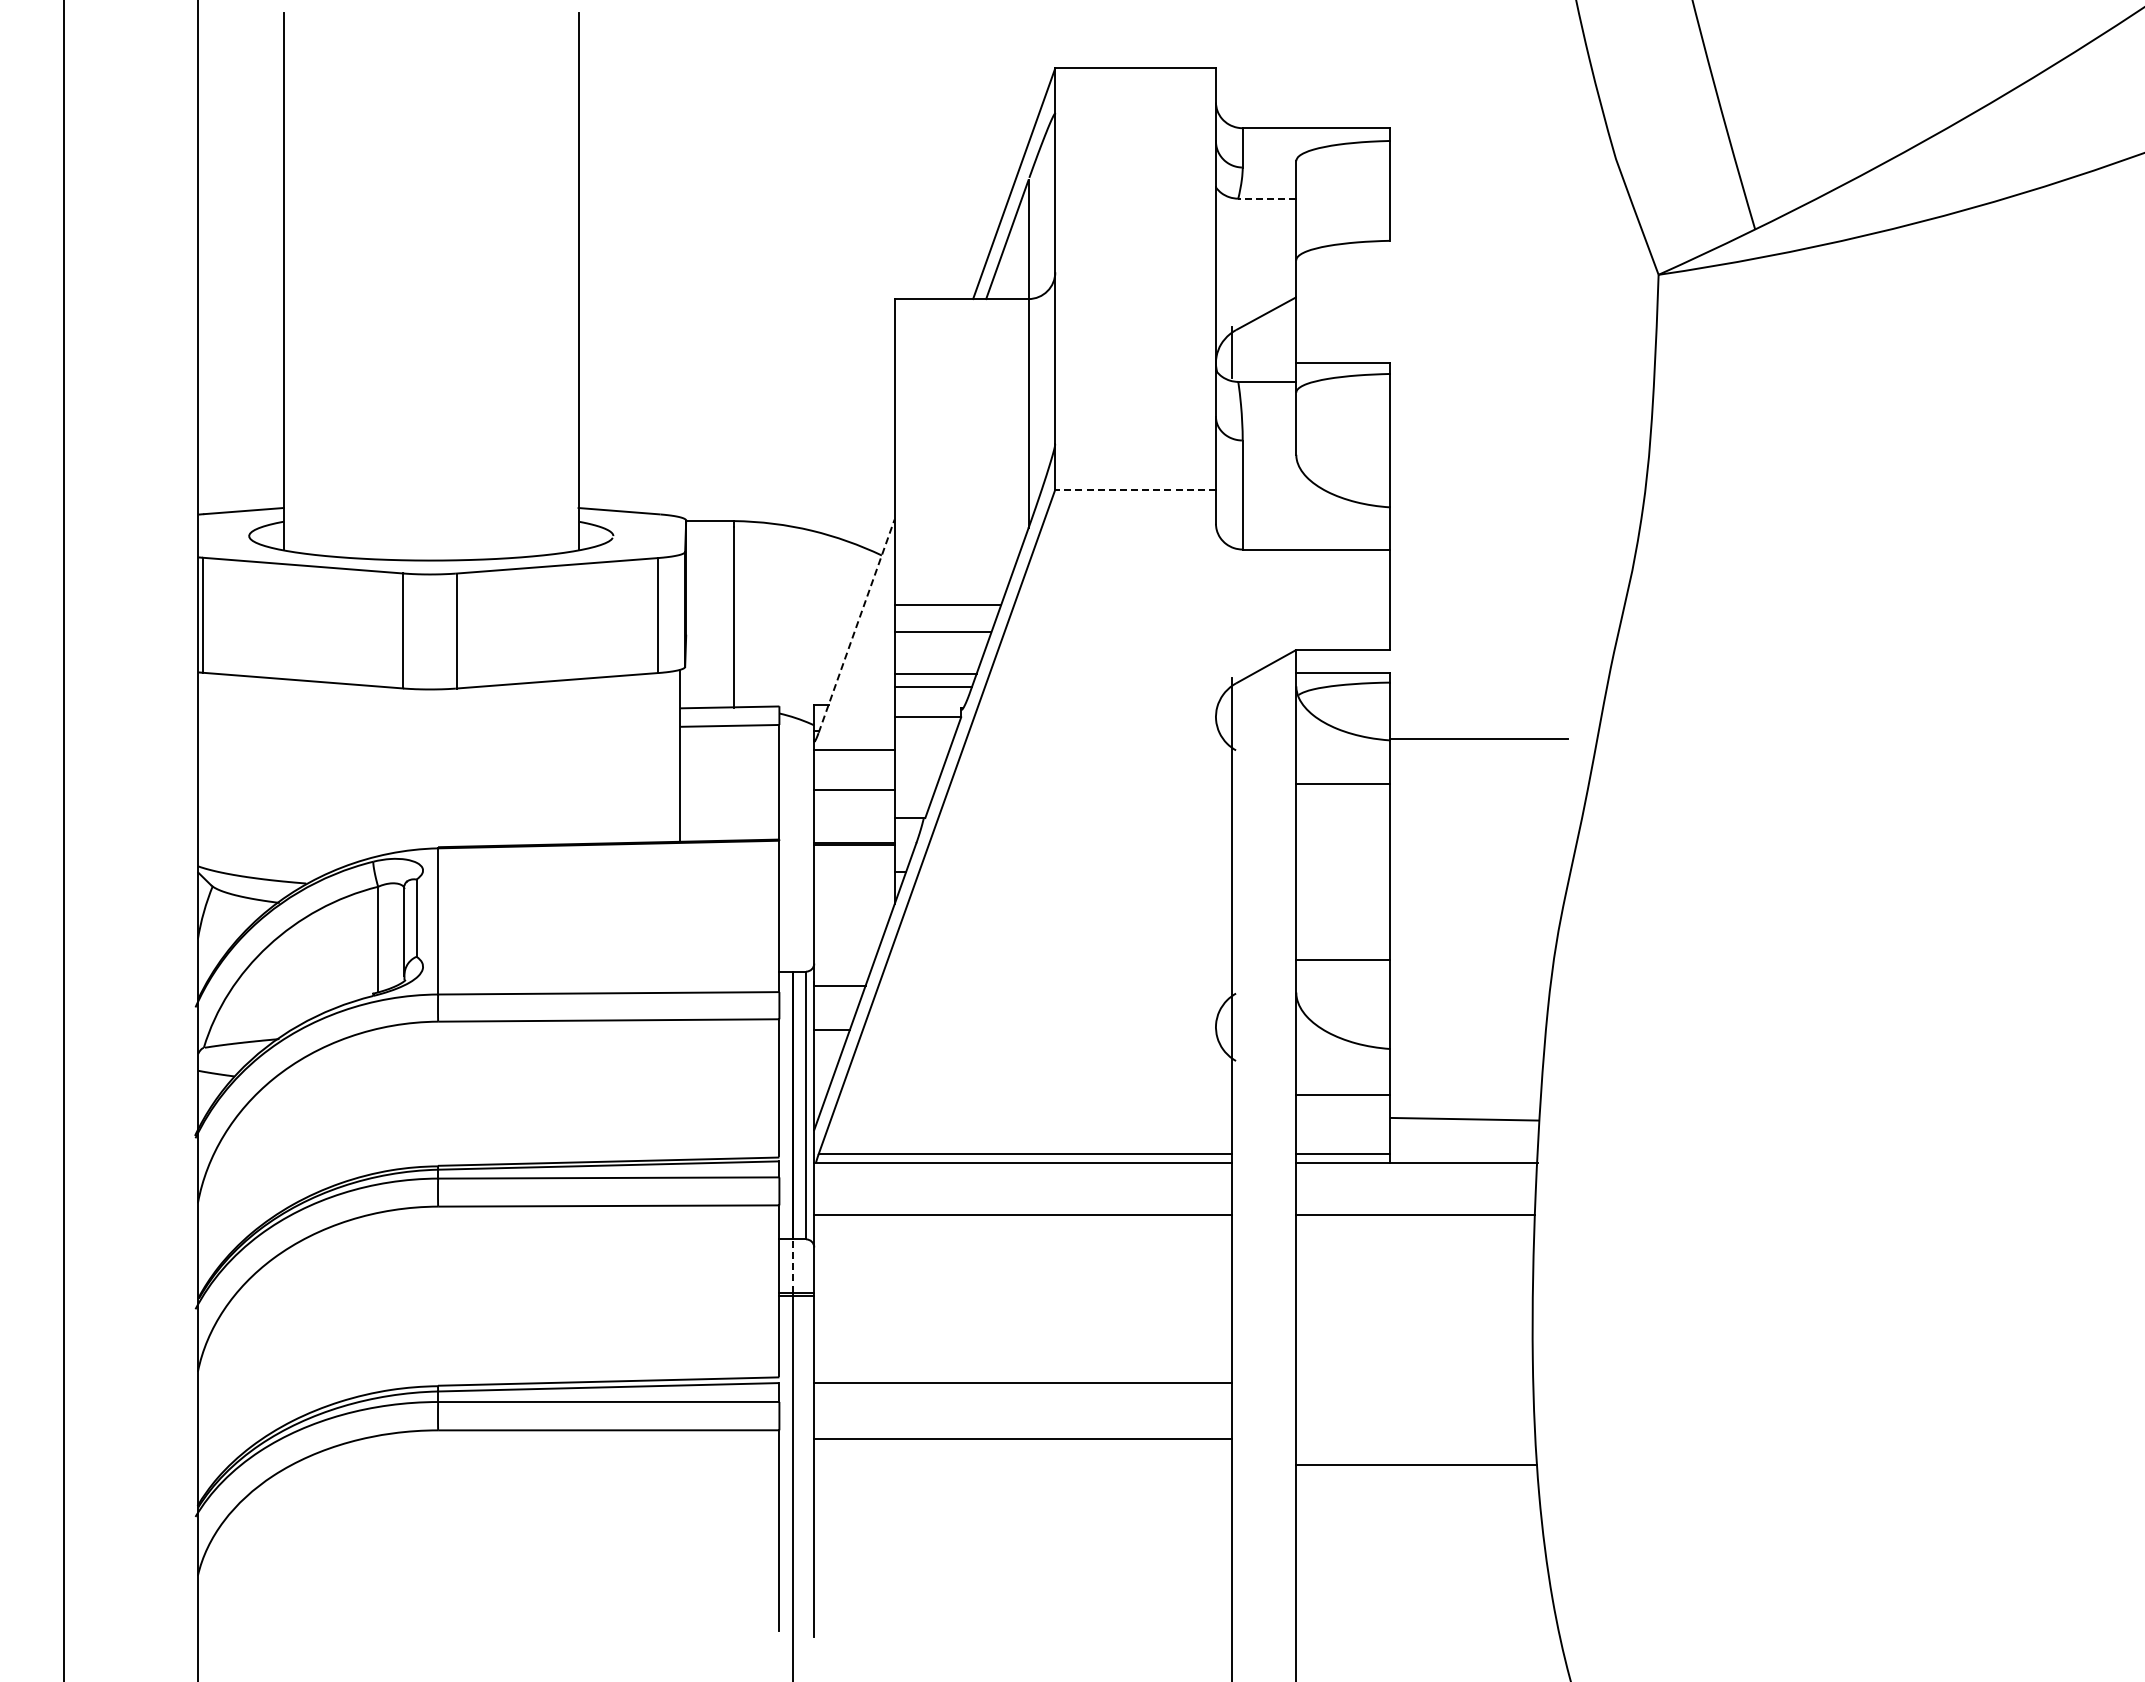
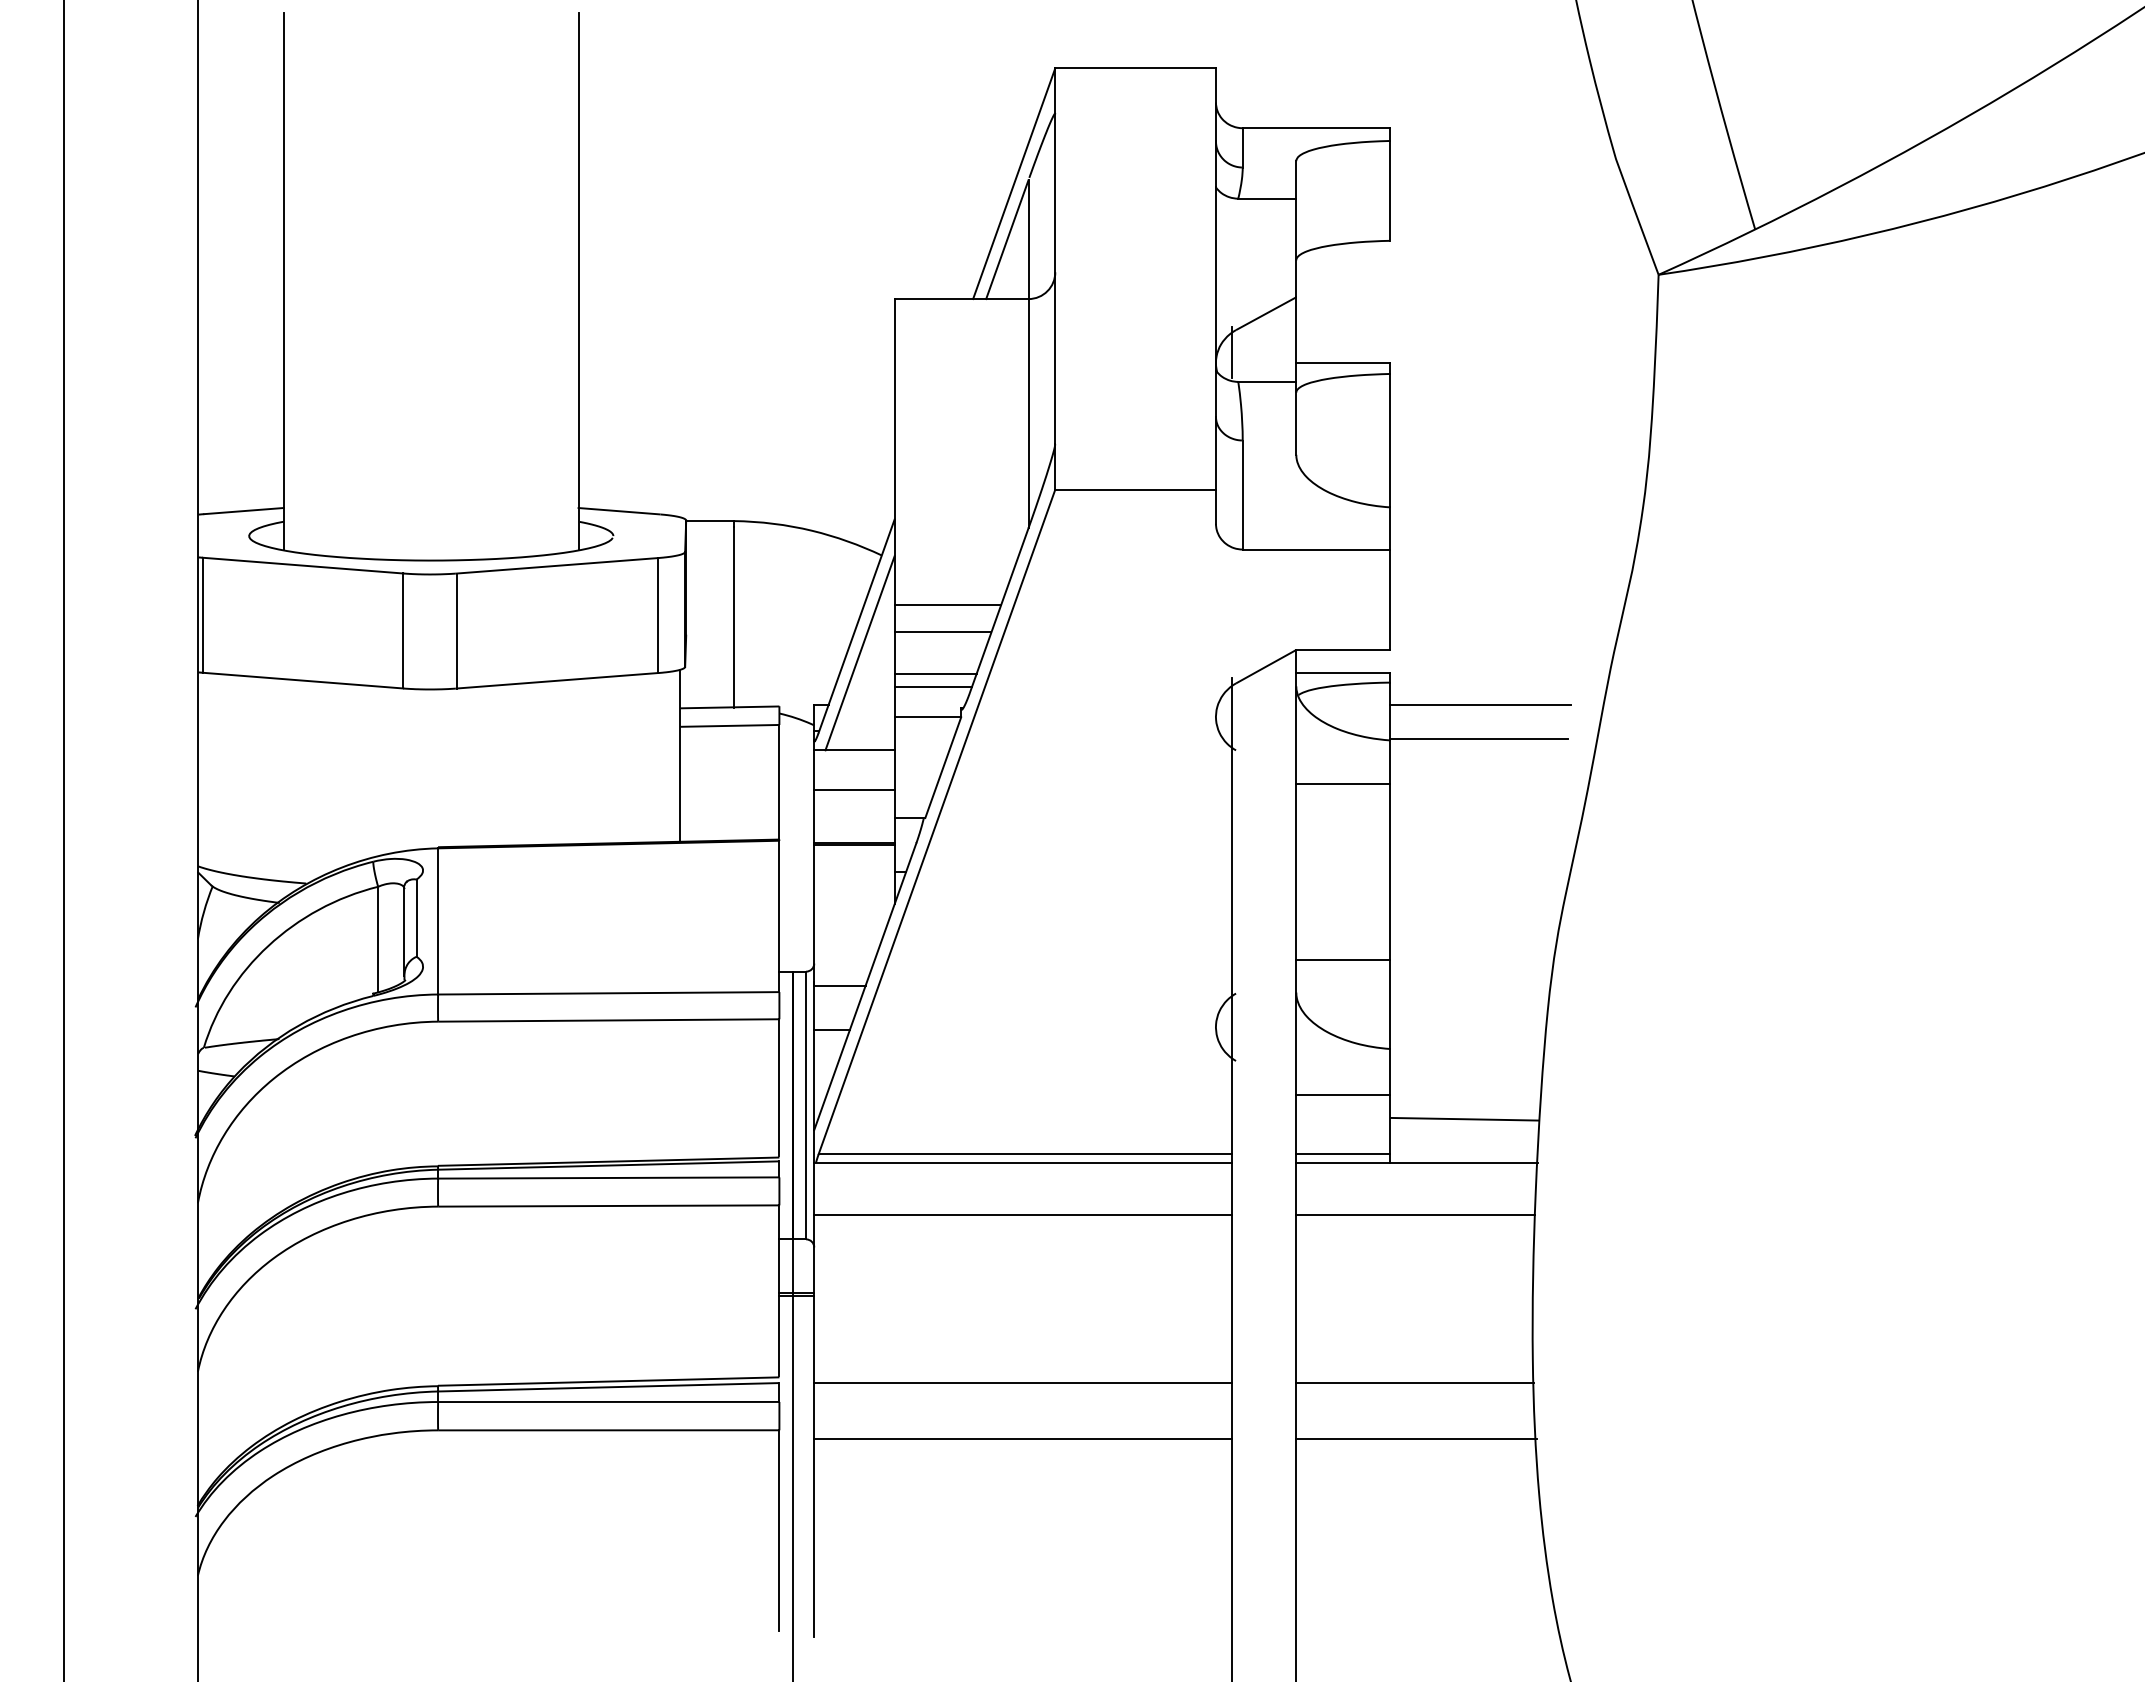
line at (1266, 198): dashed -> solid
line at (1135, 489): dashed -> solid
line at (856, 625): dashed -> solid
line at (859, 653): none -> present
line at (1480, 704): none -> present
line at (792, 1266): dashed -> solid
line at (1414, 1382): none -> present
line at (1416, 1465) position: (1416, 1465) -> (1416, 1439)
